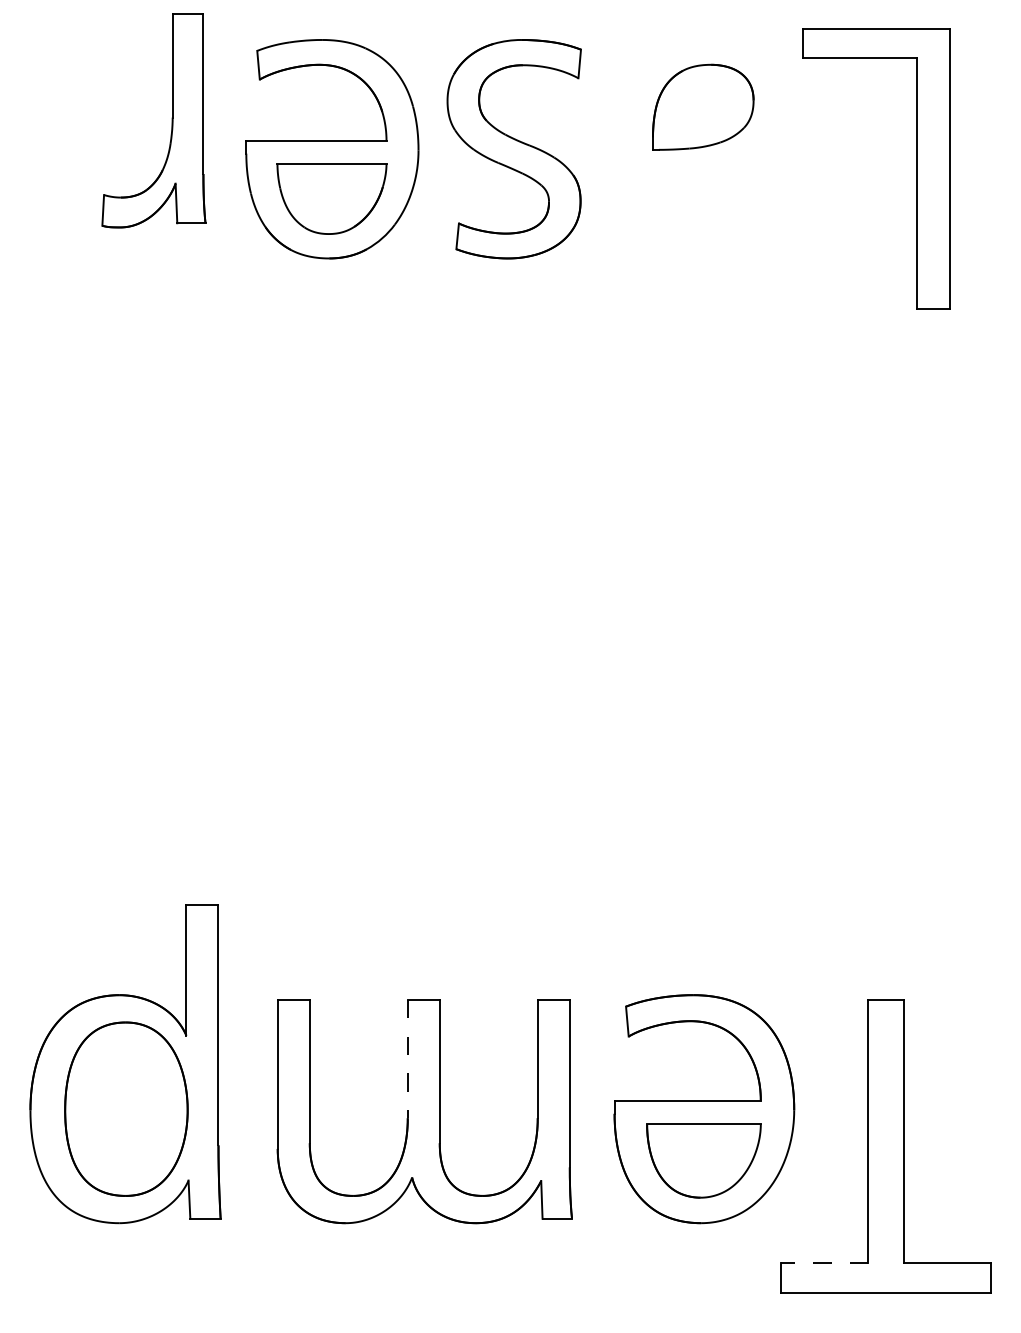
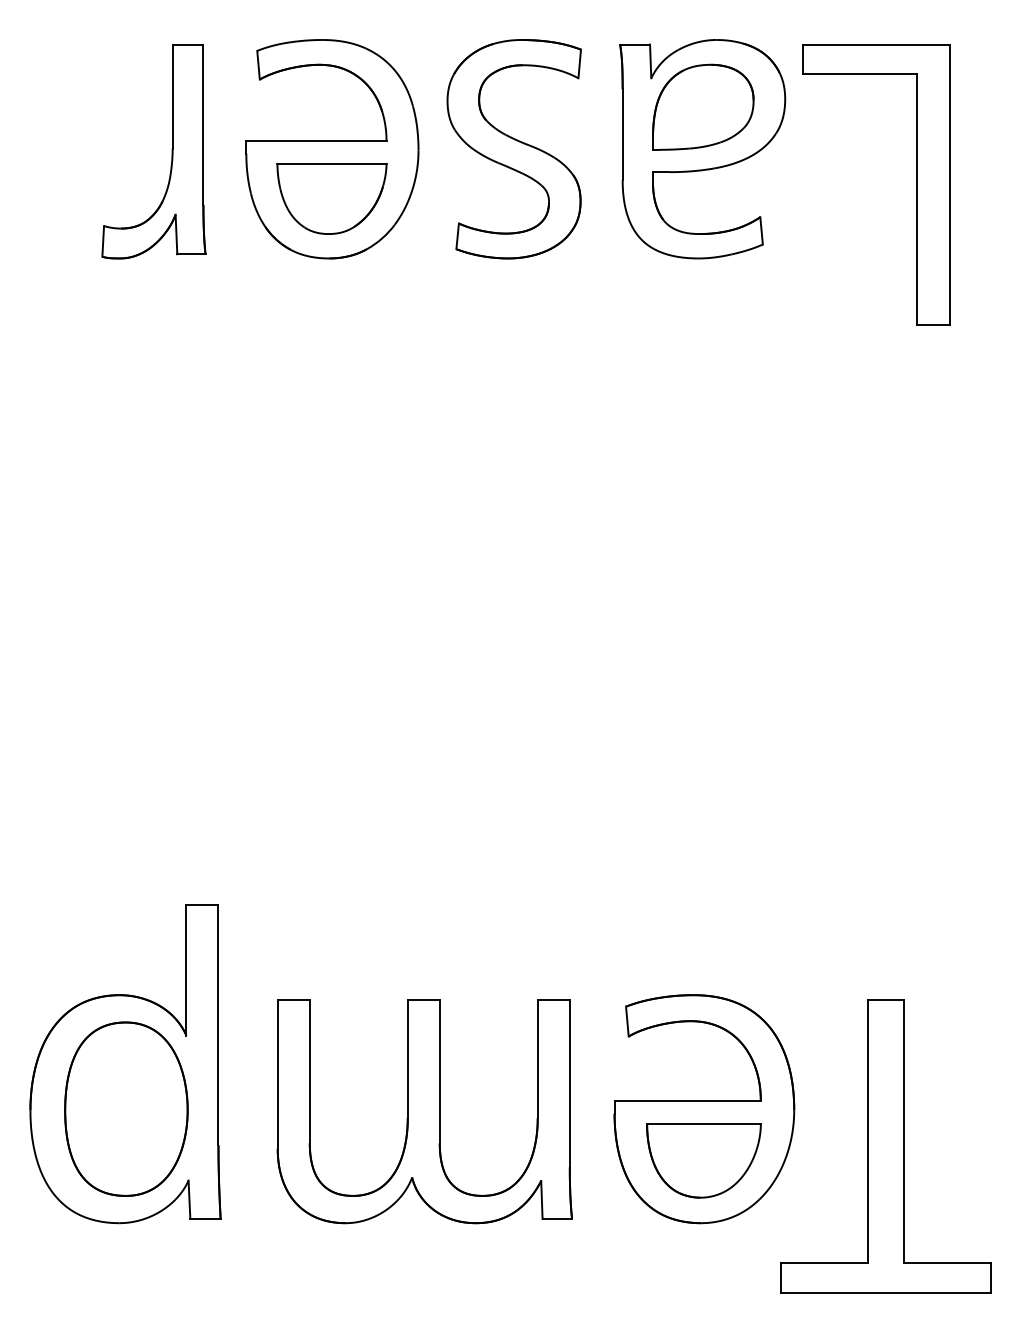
part at (171, 120) position: (171, 120) -> (171, 151)
part at (702, 149): none -> present
part at (916, 168) position: (916, 168) -> (916, 184)
line at (407, 1059): dashed -> solid
line at (824, 1263): dashed -> solid
